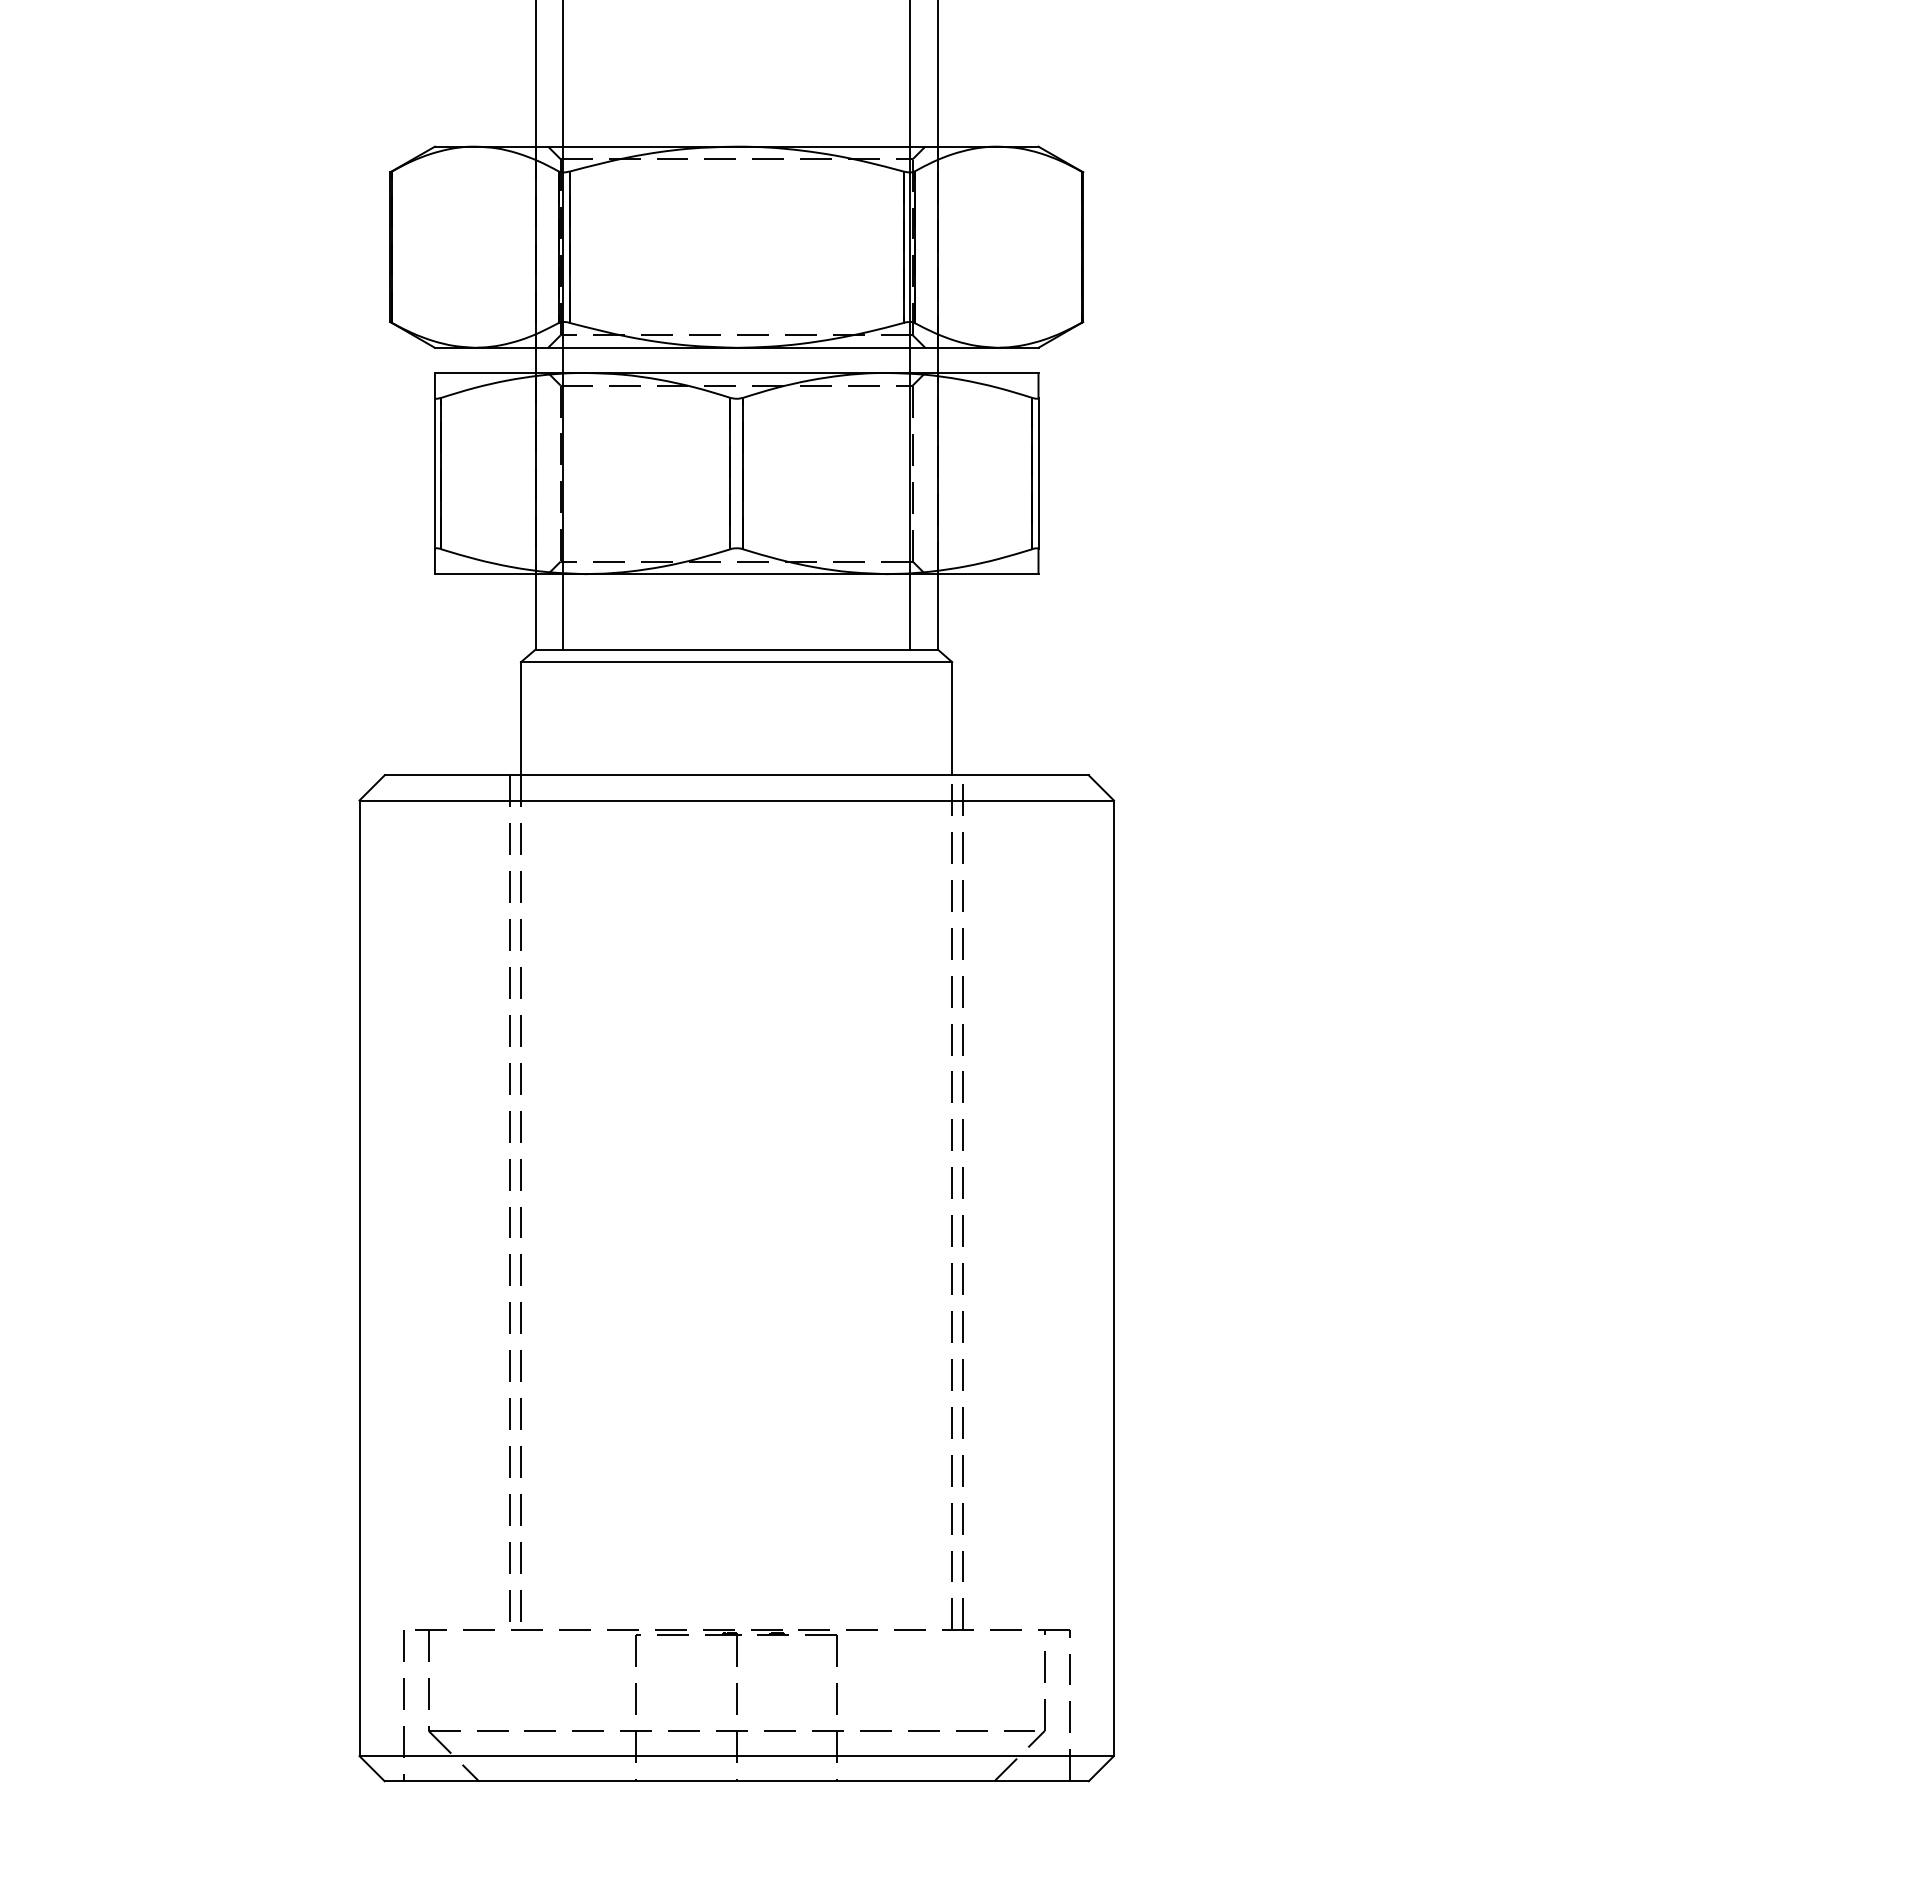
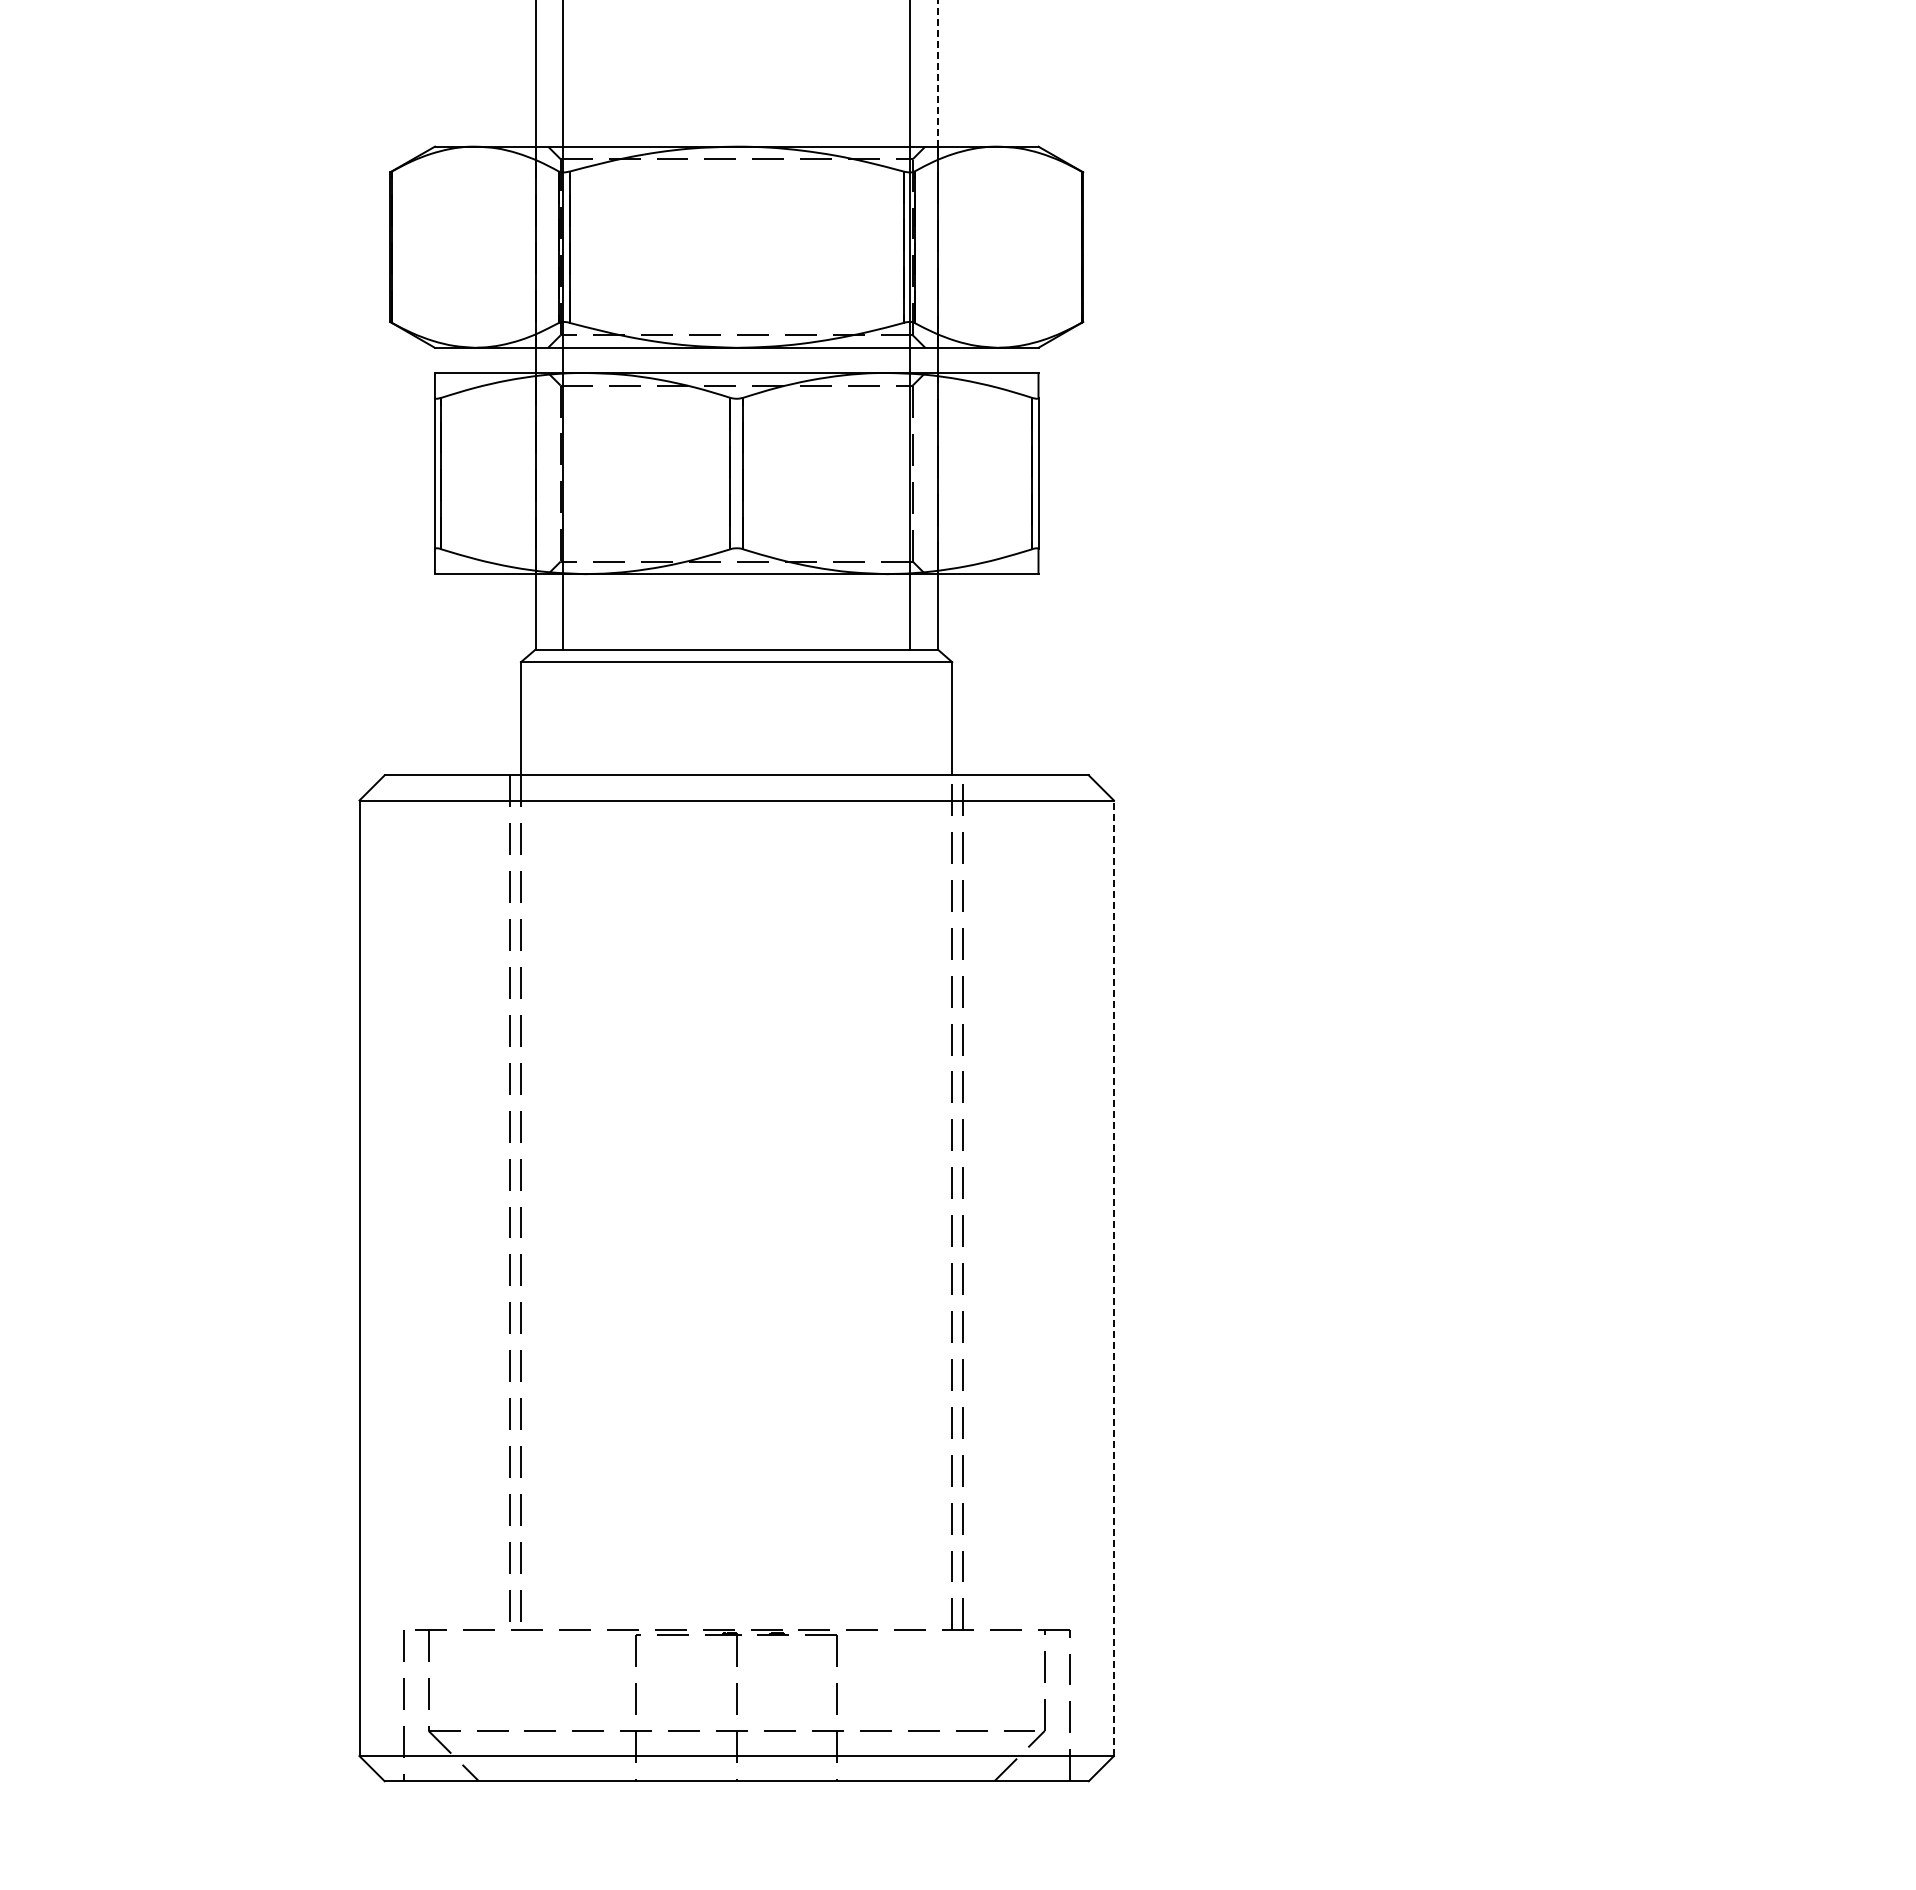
line at (937, 72): solid -> dashed
line at (1113, 1278): solid -> dashed
